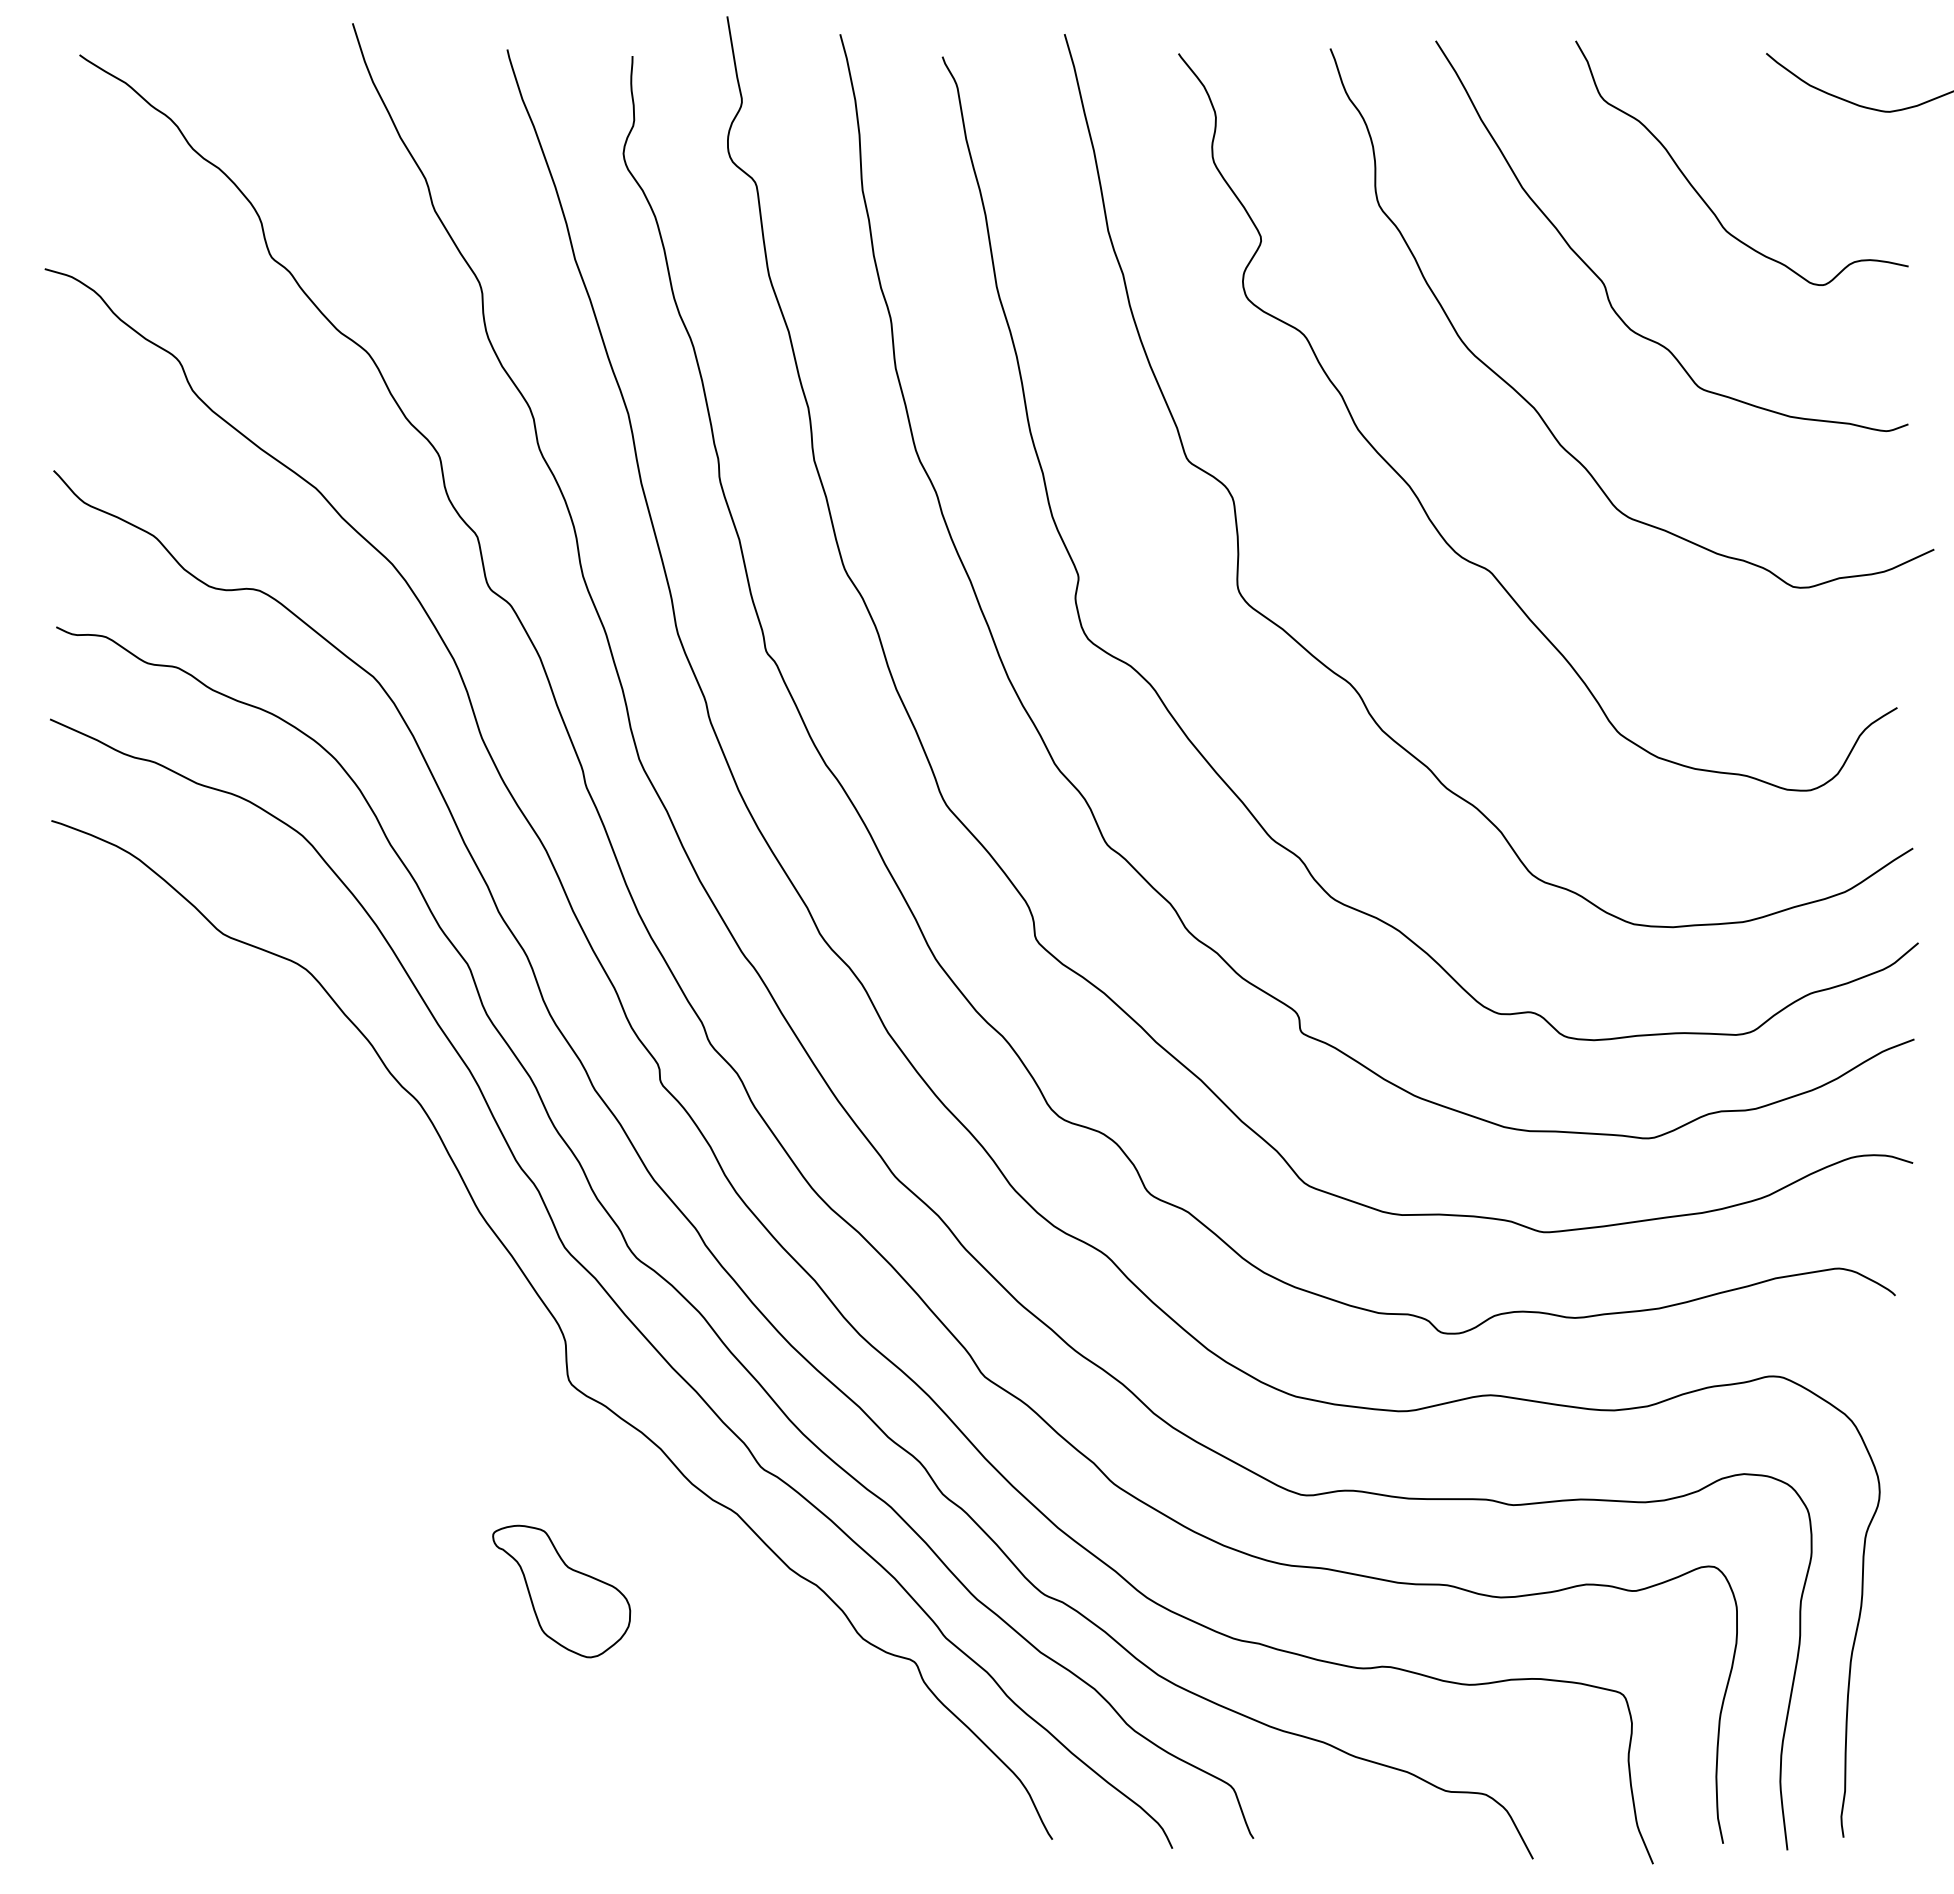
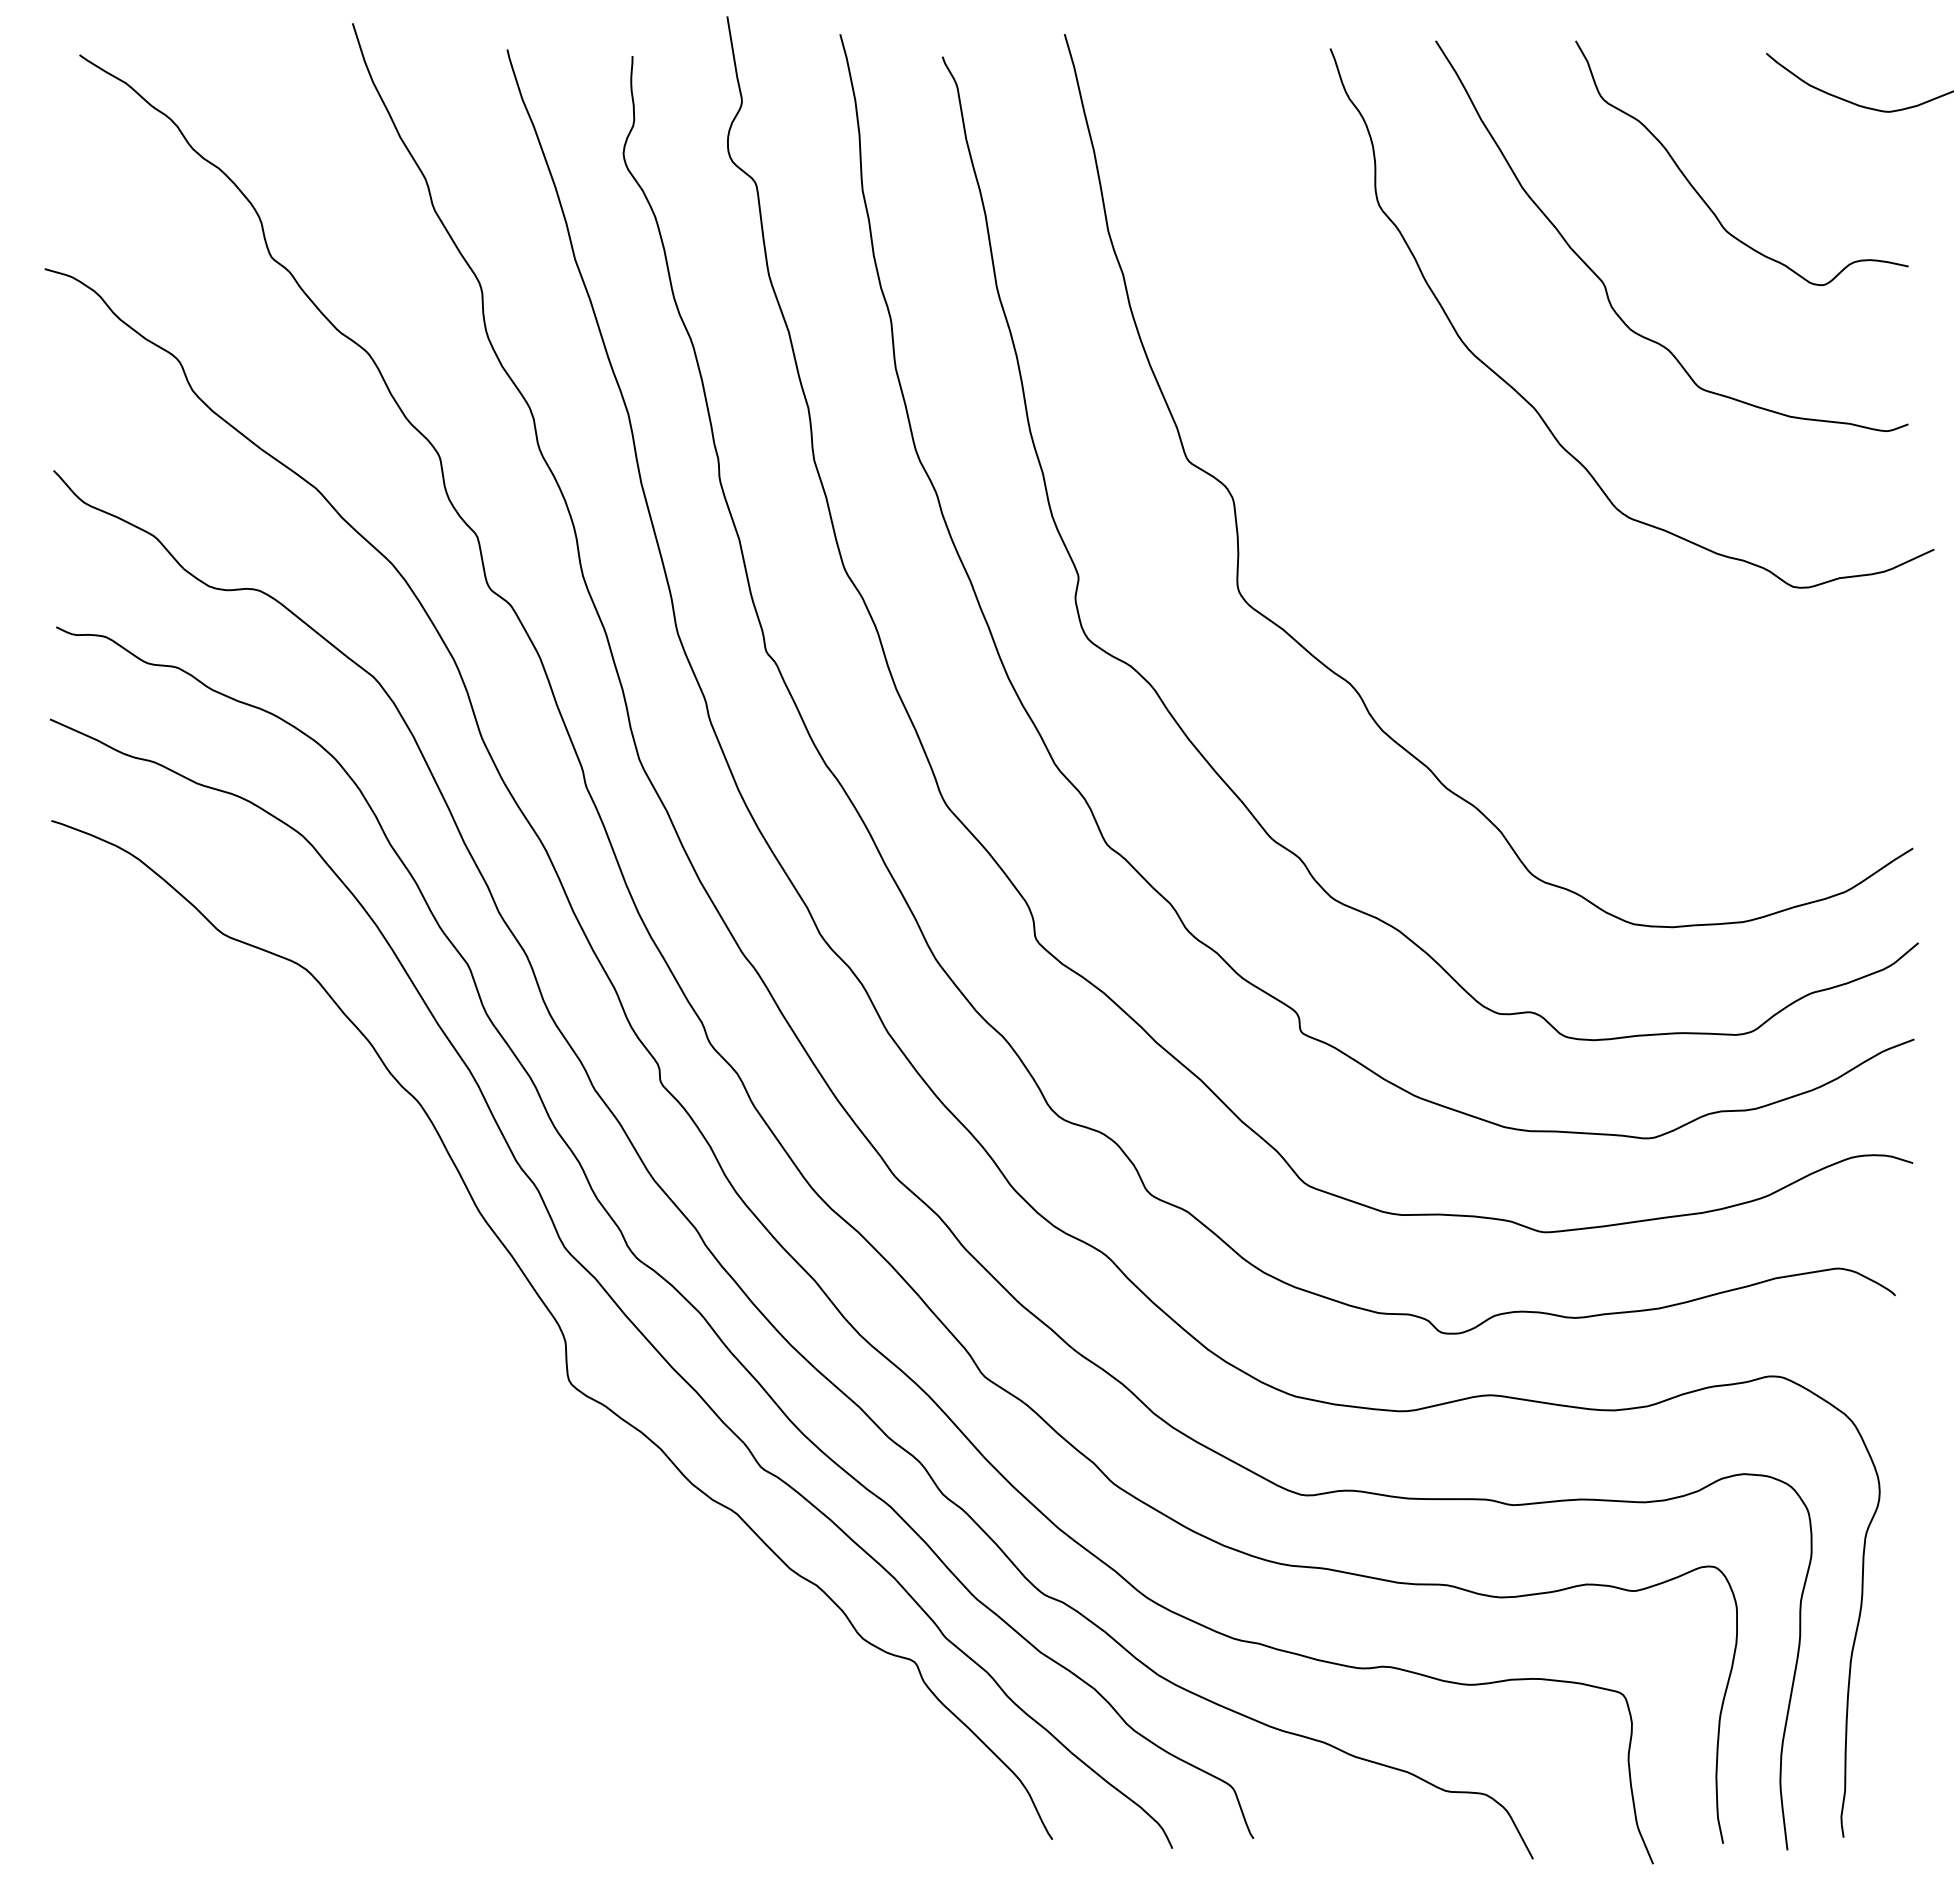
curve at (1418, 497): present -> none
part at (561, 1591): present -> none
